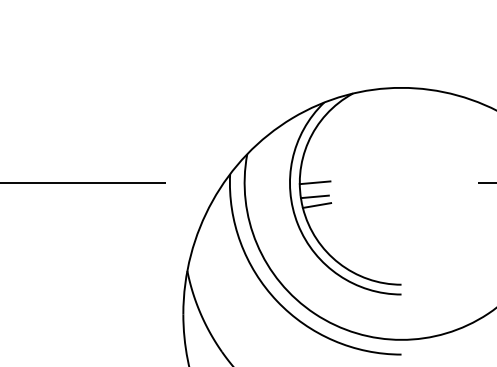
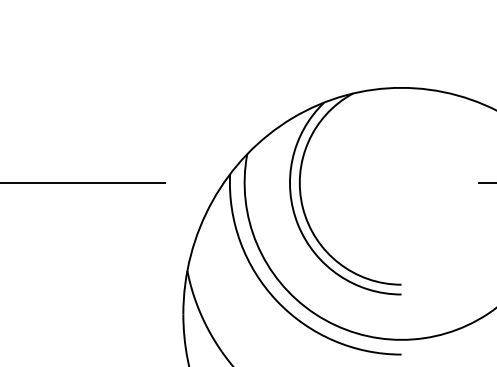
line at (314, 182): present -> none
line at (314, 196): present -> none
line at (316, 205): present -> none
